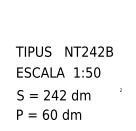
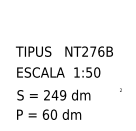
text at (97, 51): NT242B -> NT276B
text at (63, 95): 242 -> 249
